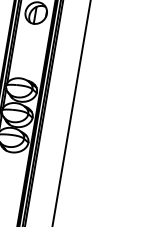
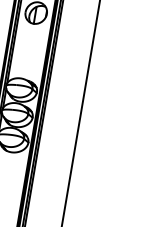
line at (71, 112) position: (71, 112) -> (80, 112)
